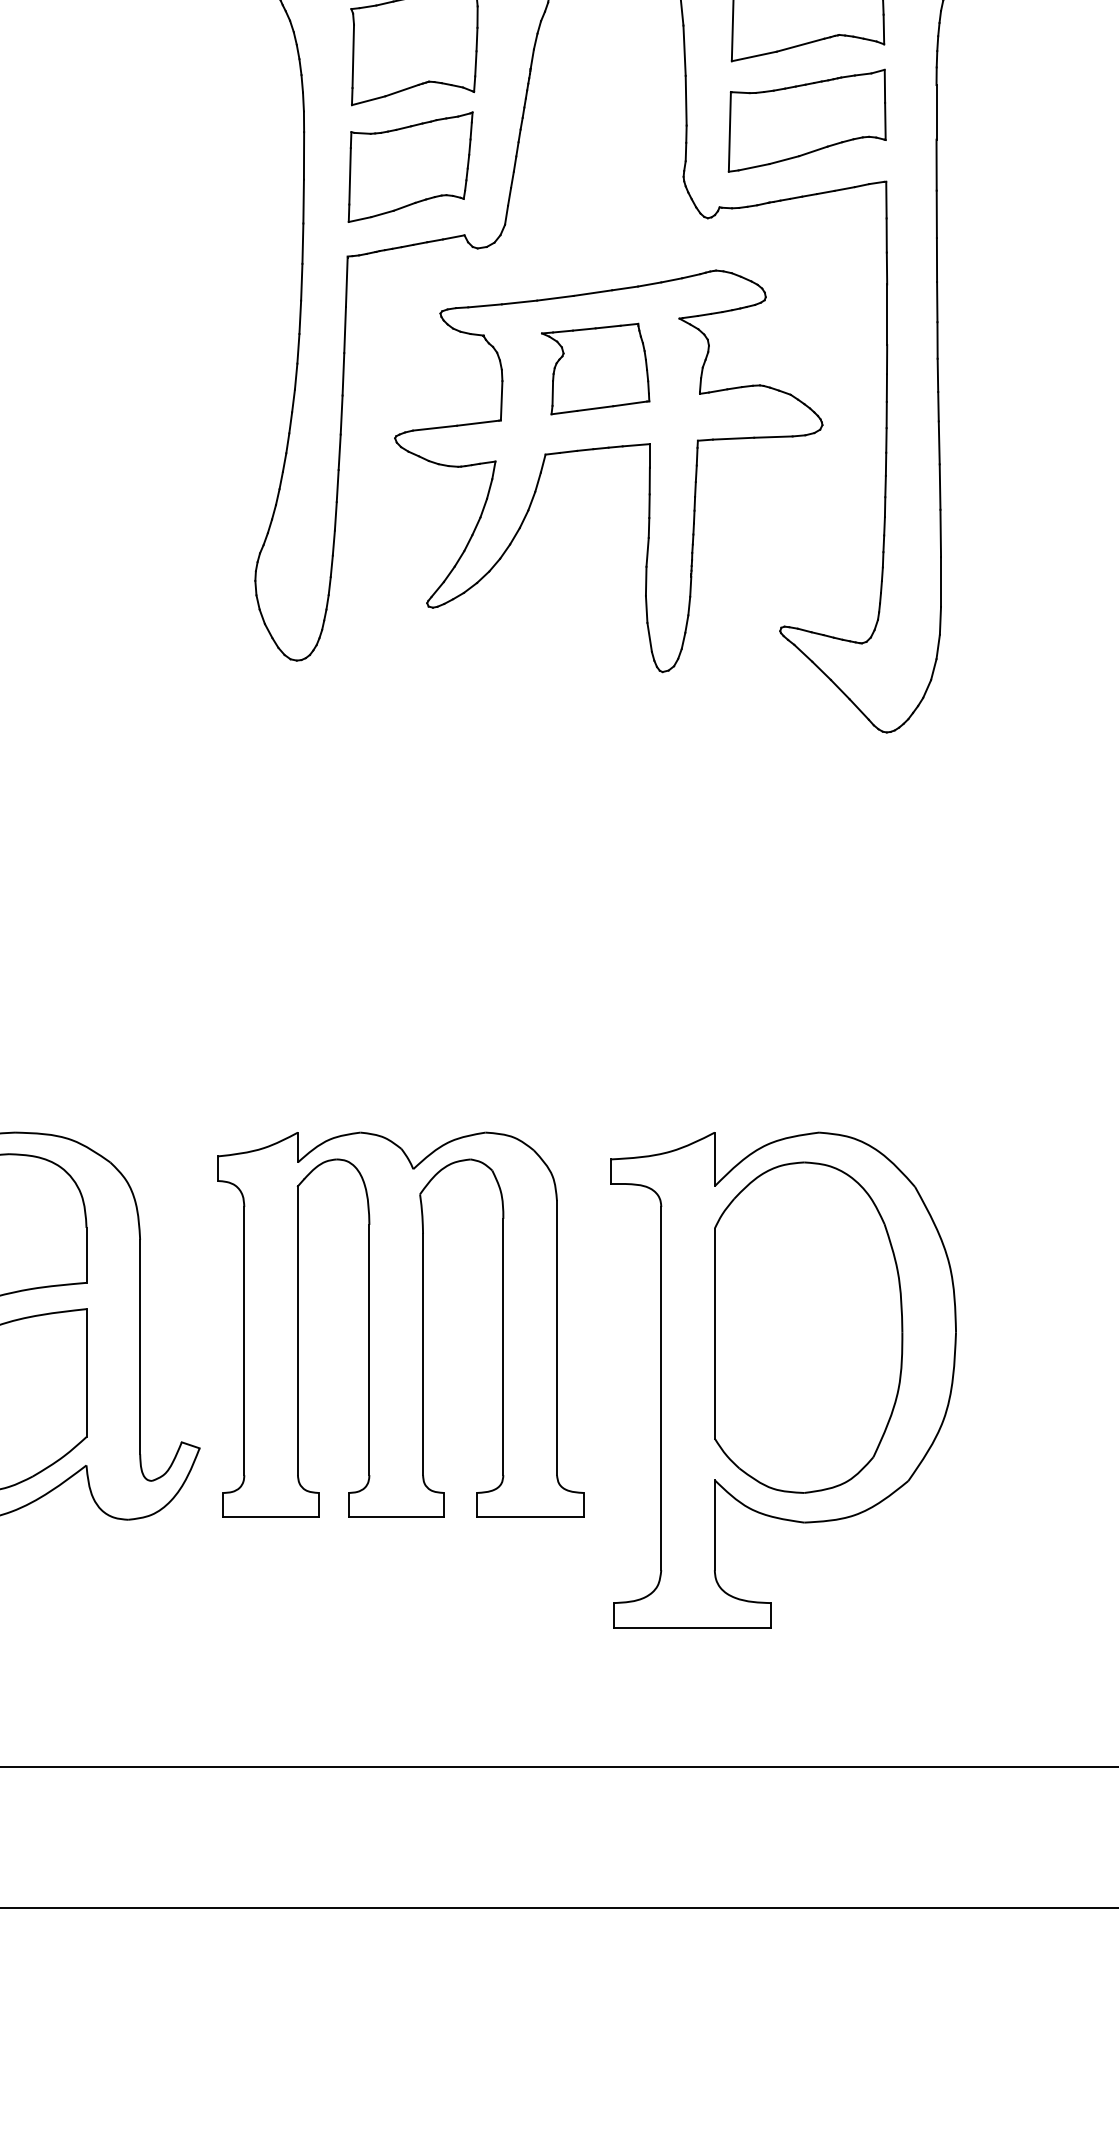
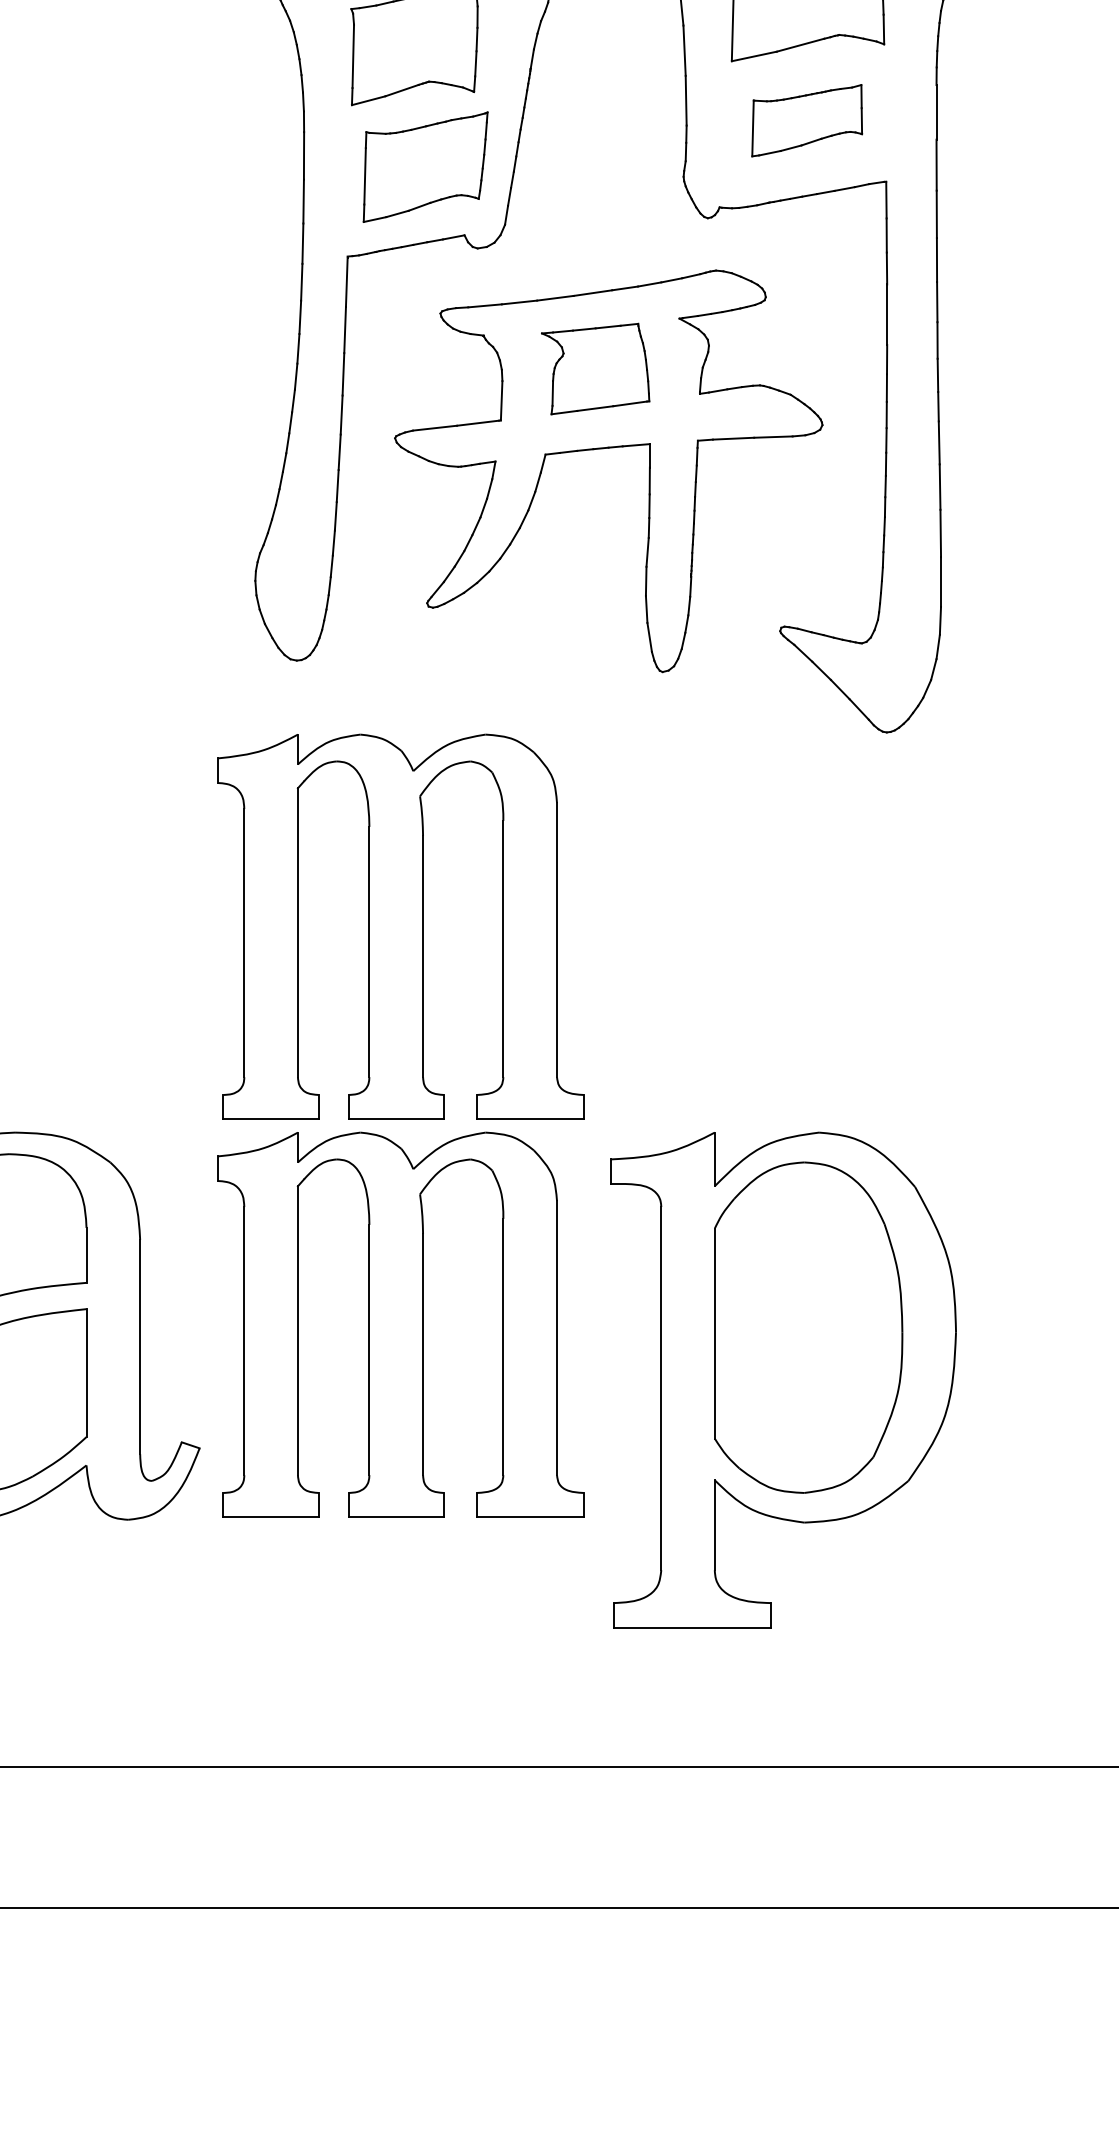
part at (806, 120) size: 160x105 px -> 113x74 px
part at (410, 166) position: (410, 166) -> (425, 166)
part at (400, 926): none -> present
